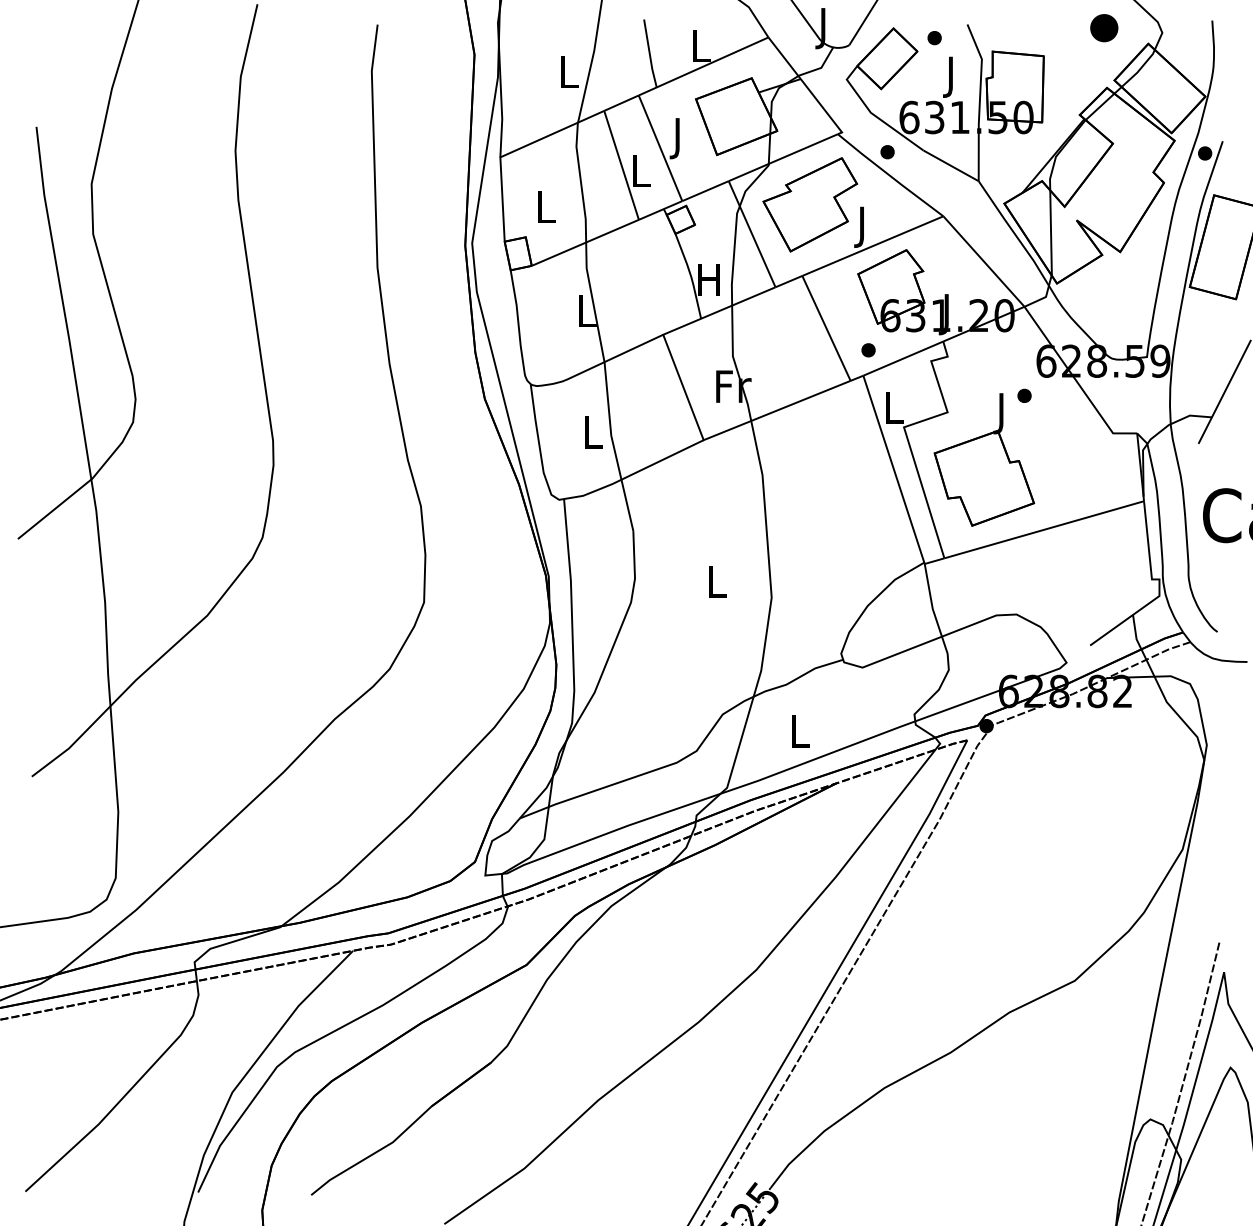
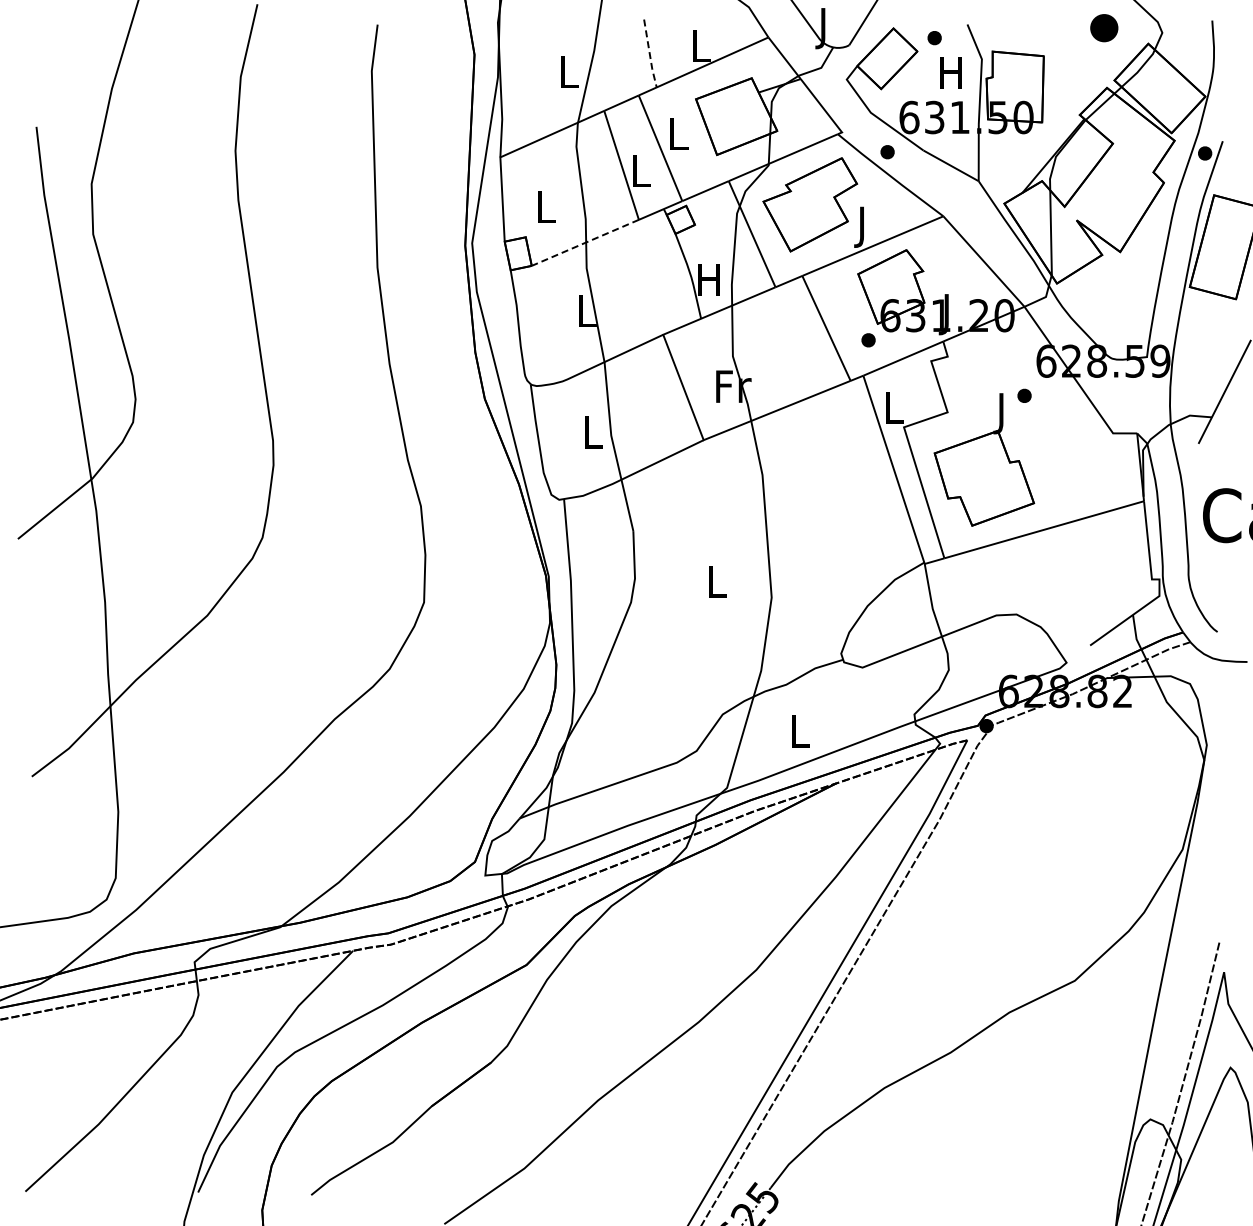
line at (649, 54): solid -> dashed
text at (950, 76): J -> H
text at (678, 138): J -> L
line at (584, 243): solid -> dashed
part at (868, 350) position: (868, 350) -> (868, 340)
